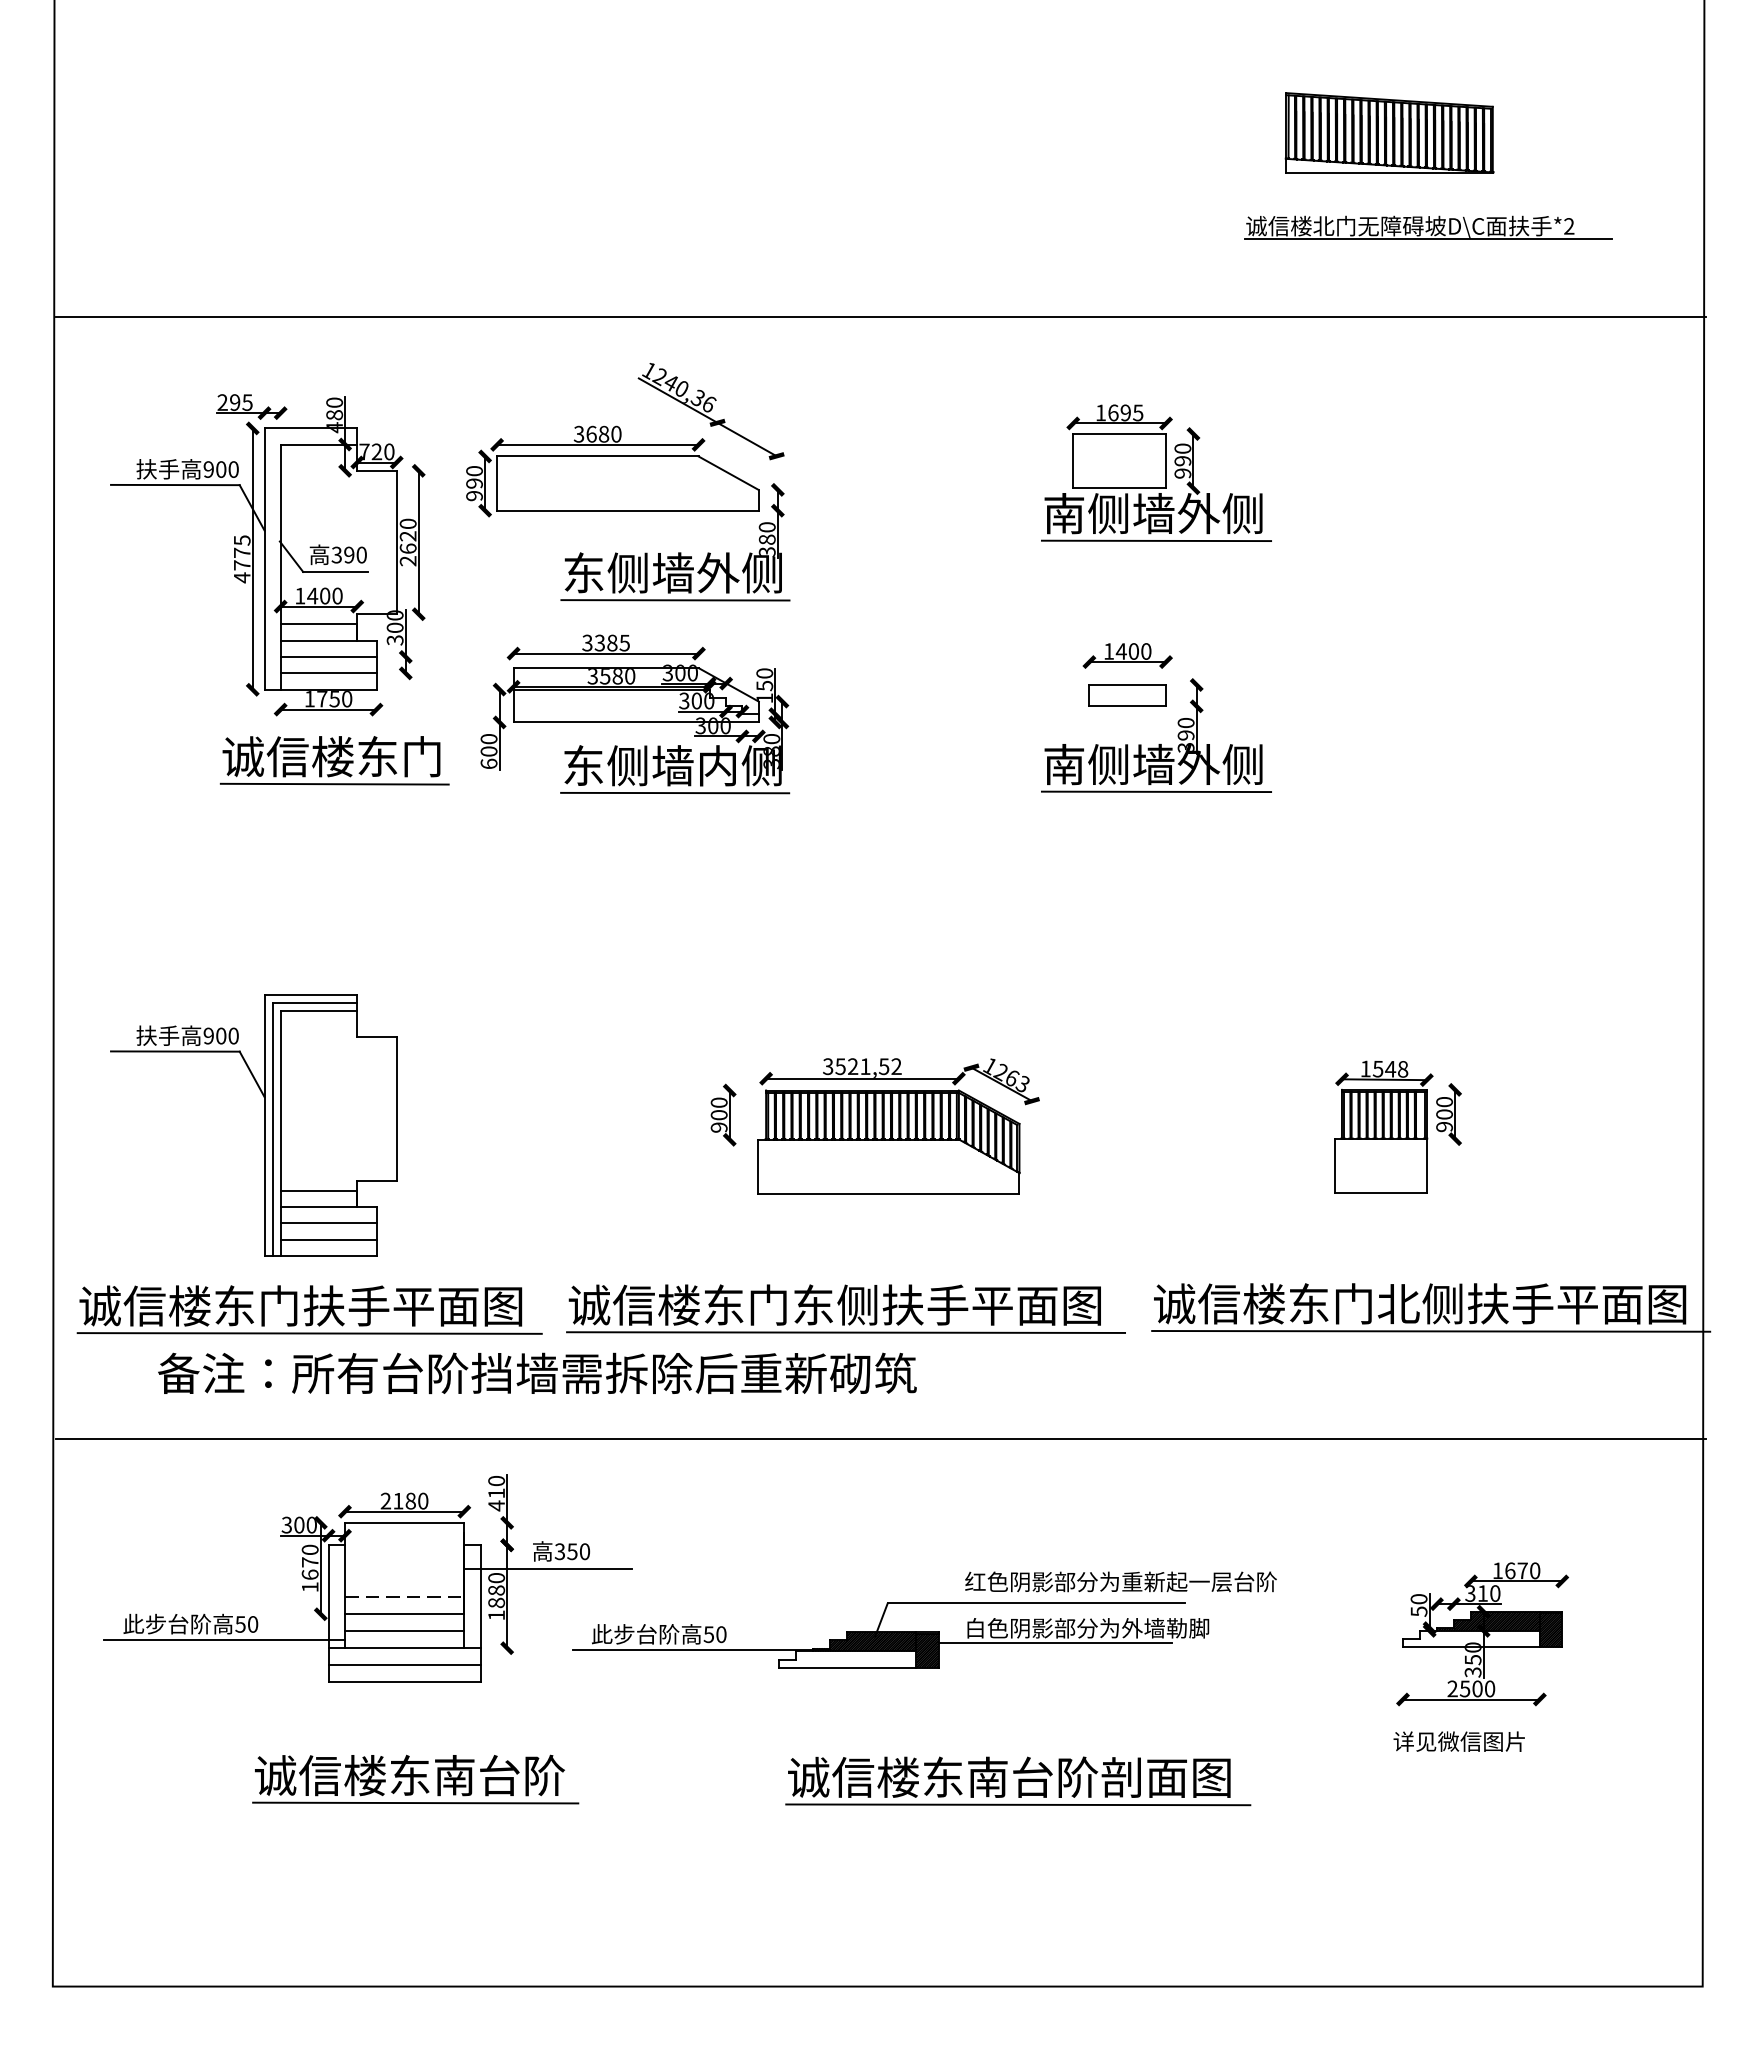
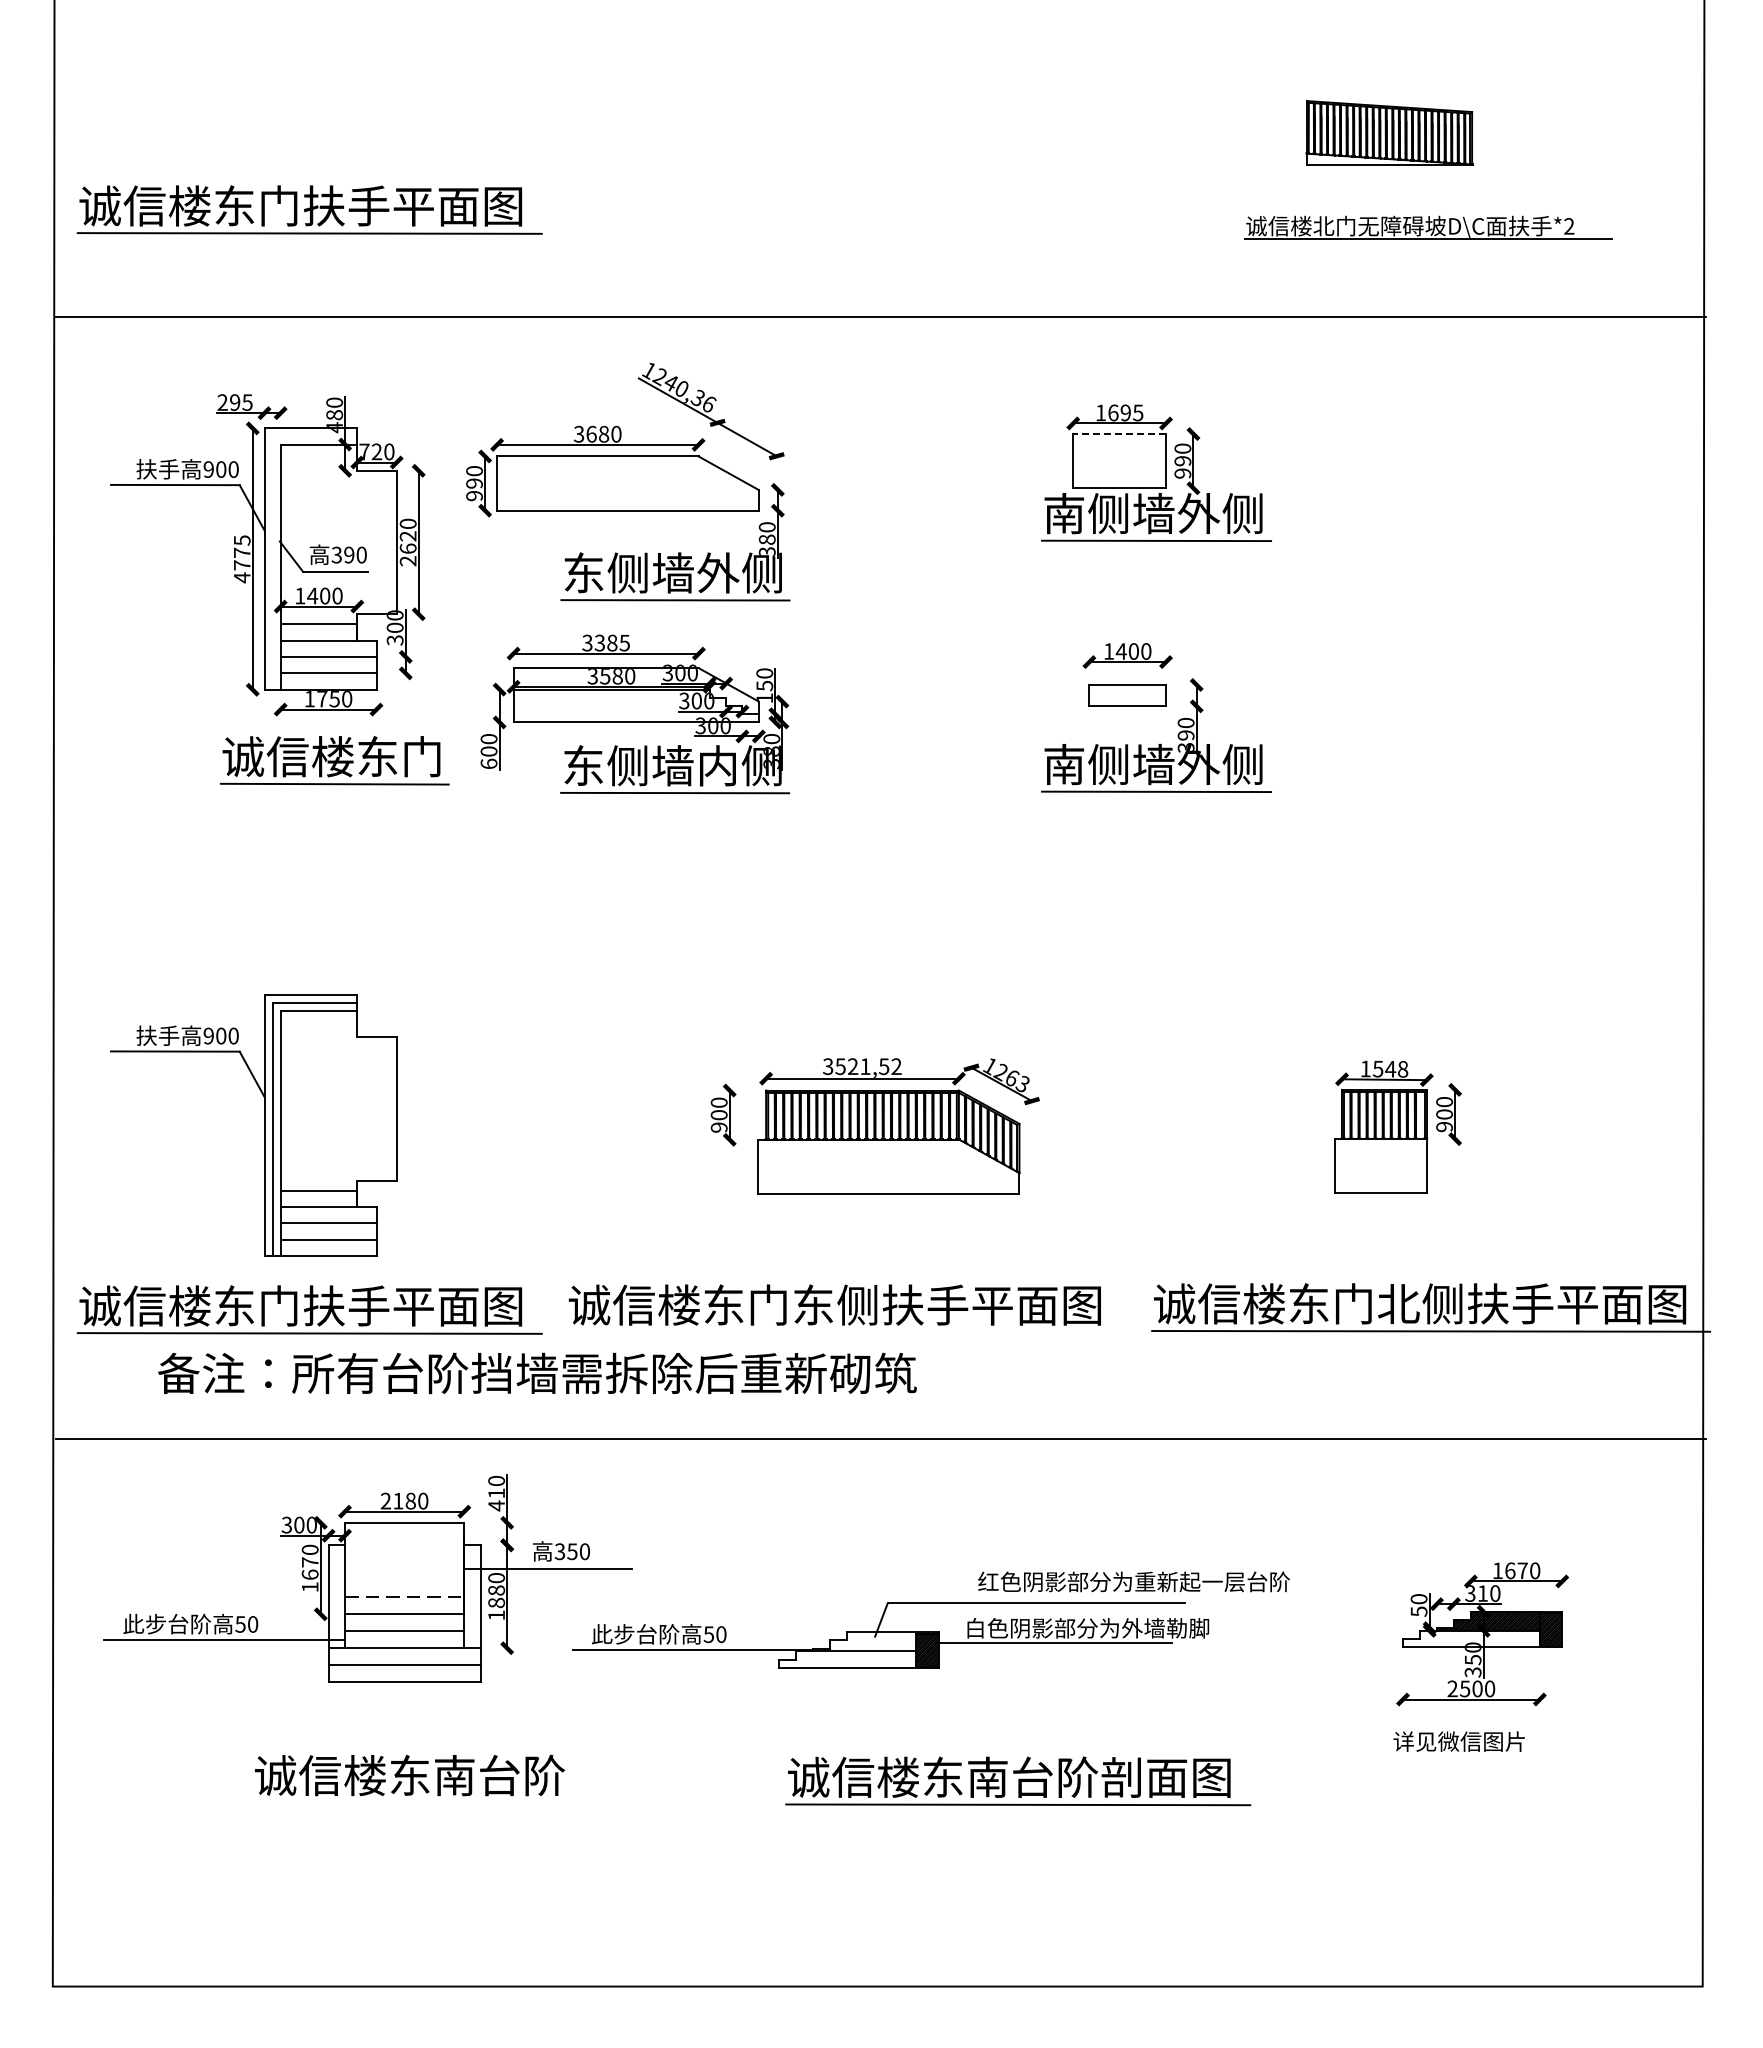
part at (1389, 132) size: 211x82 px -> 169x66 px
part at (309, 209): none -> present
line at (1119, 434): solid -> dashed
line at (846, 1332): present -> none
text at (1120, 1581) position: (1120, 1581) -> (1133, 1581)
hatch at (864, 1641): present -> none
line at (415, 1802): present -> none
